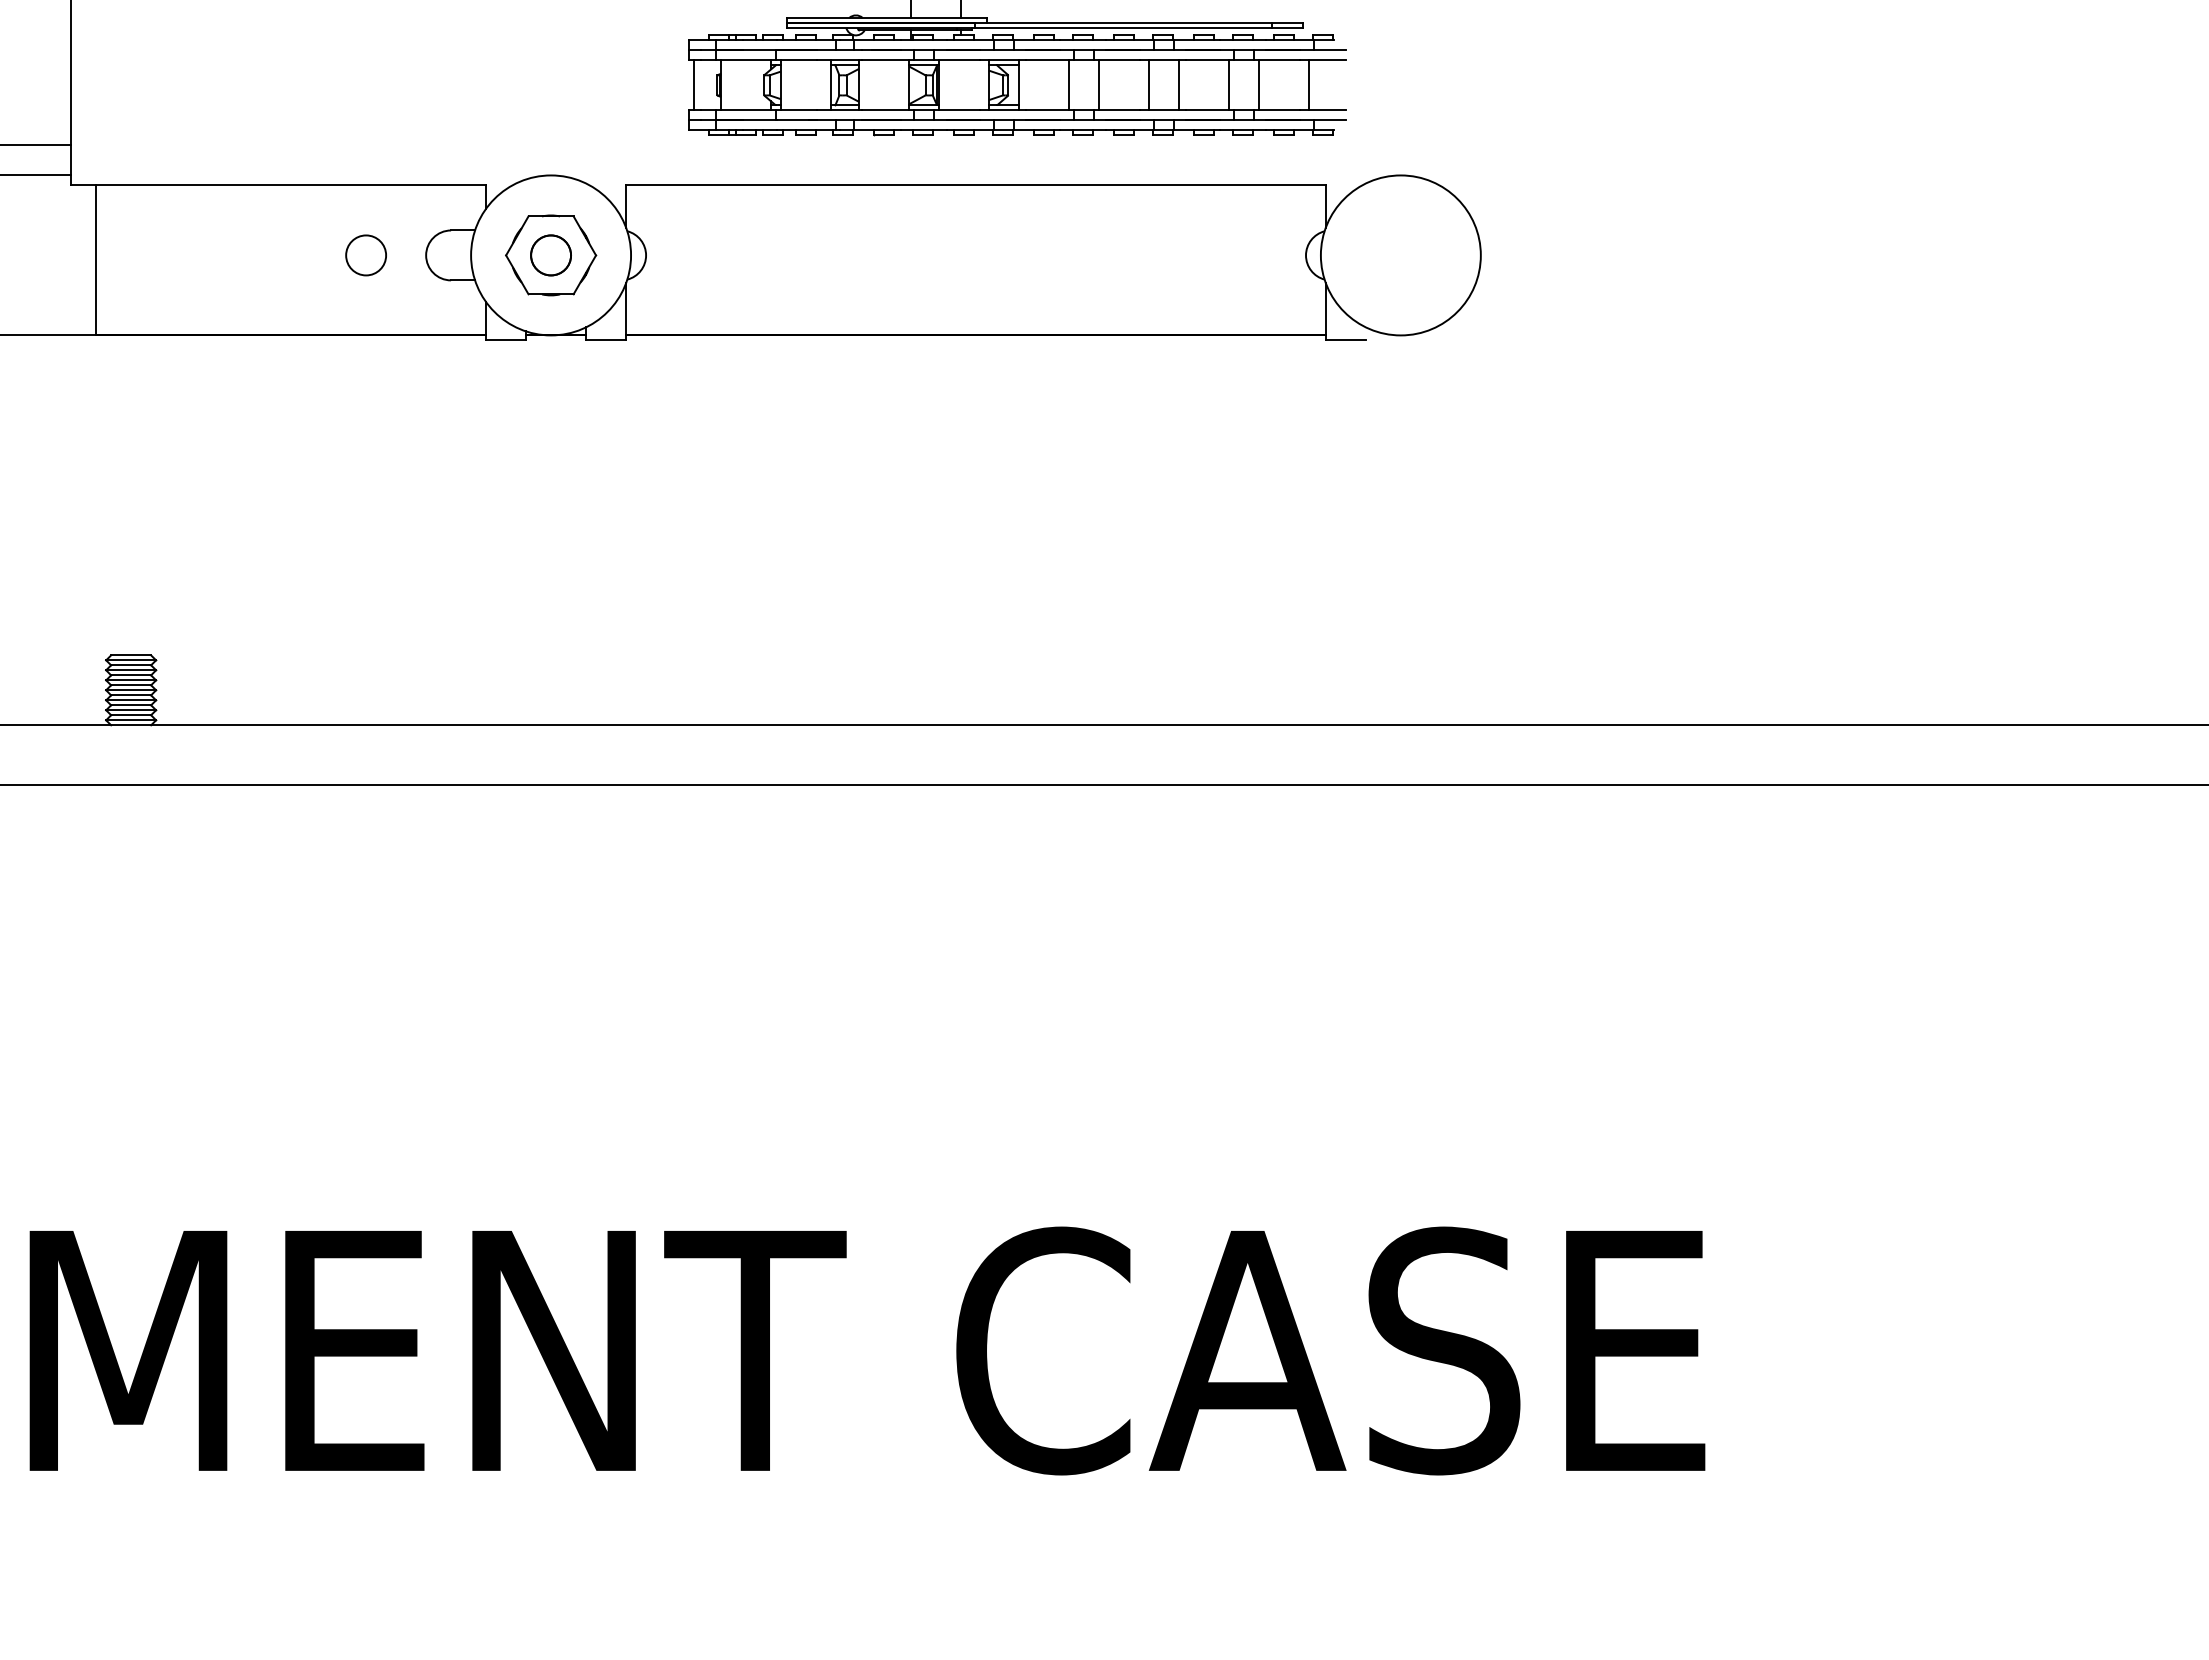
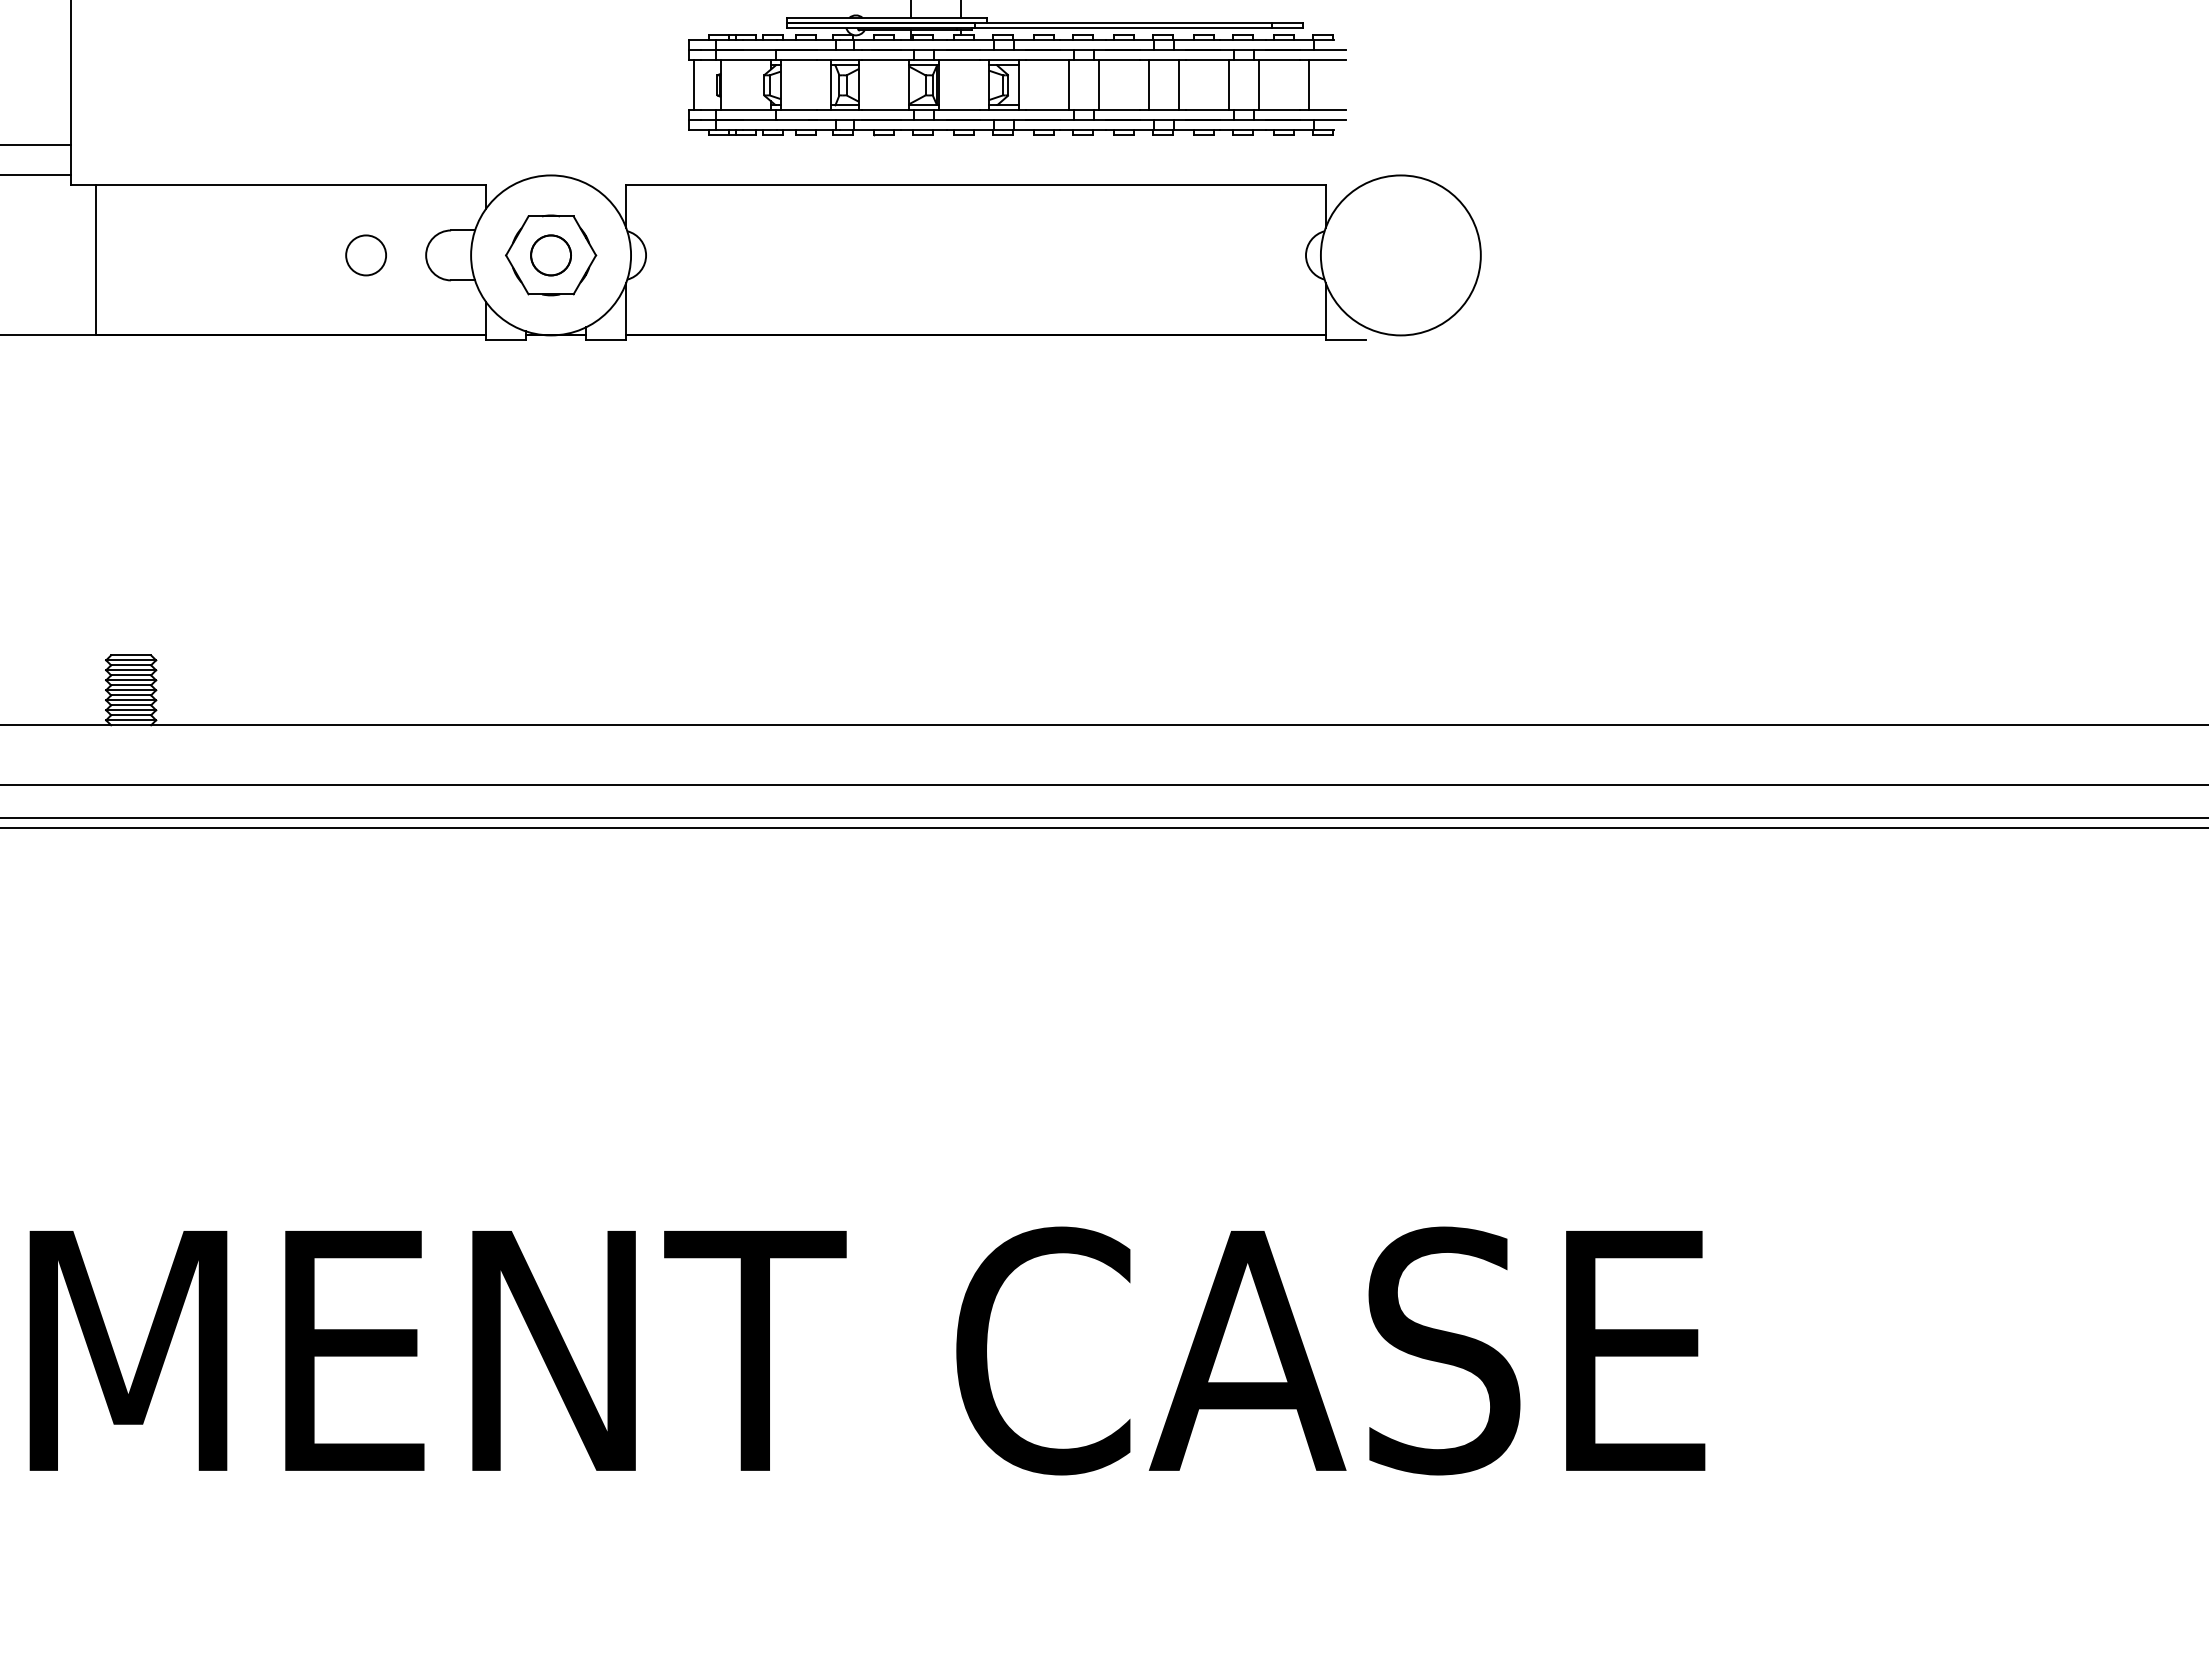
line at (1103, 817): none -> present
line at (1103, 827): none -> present
